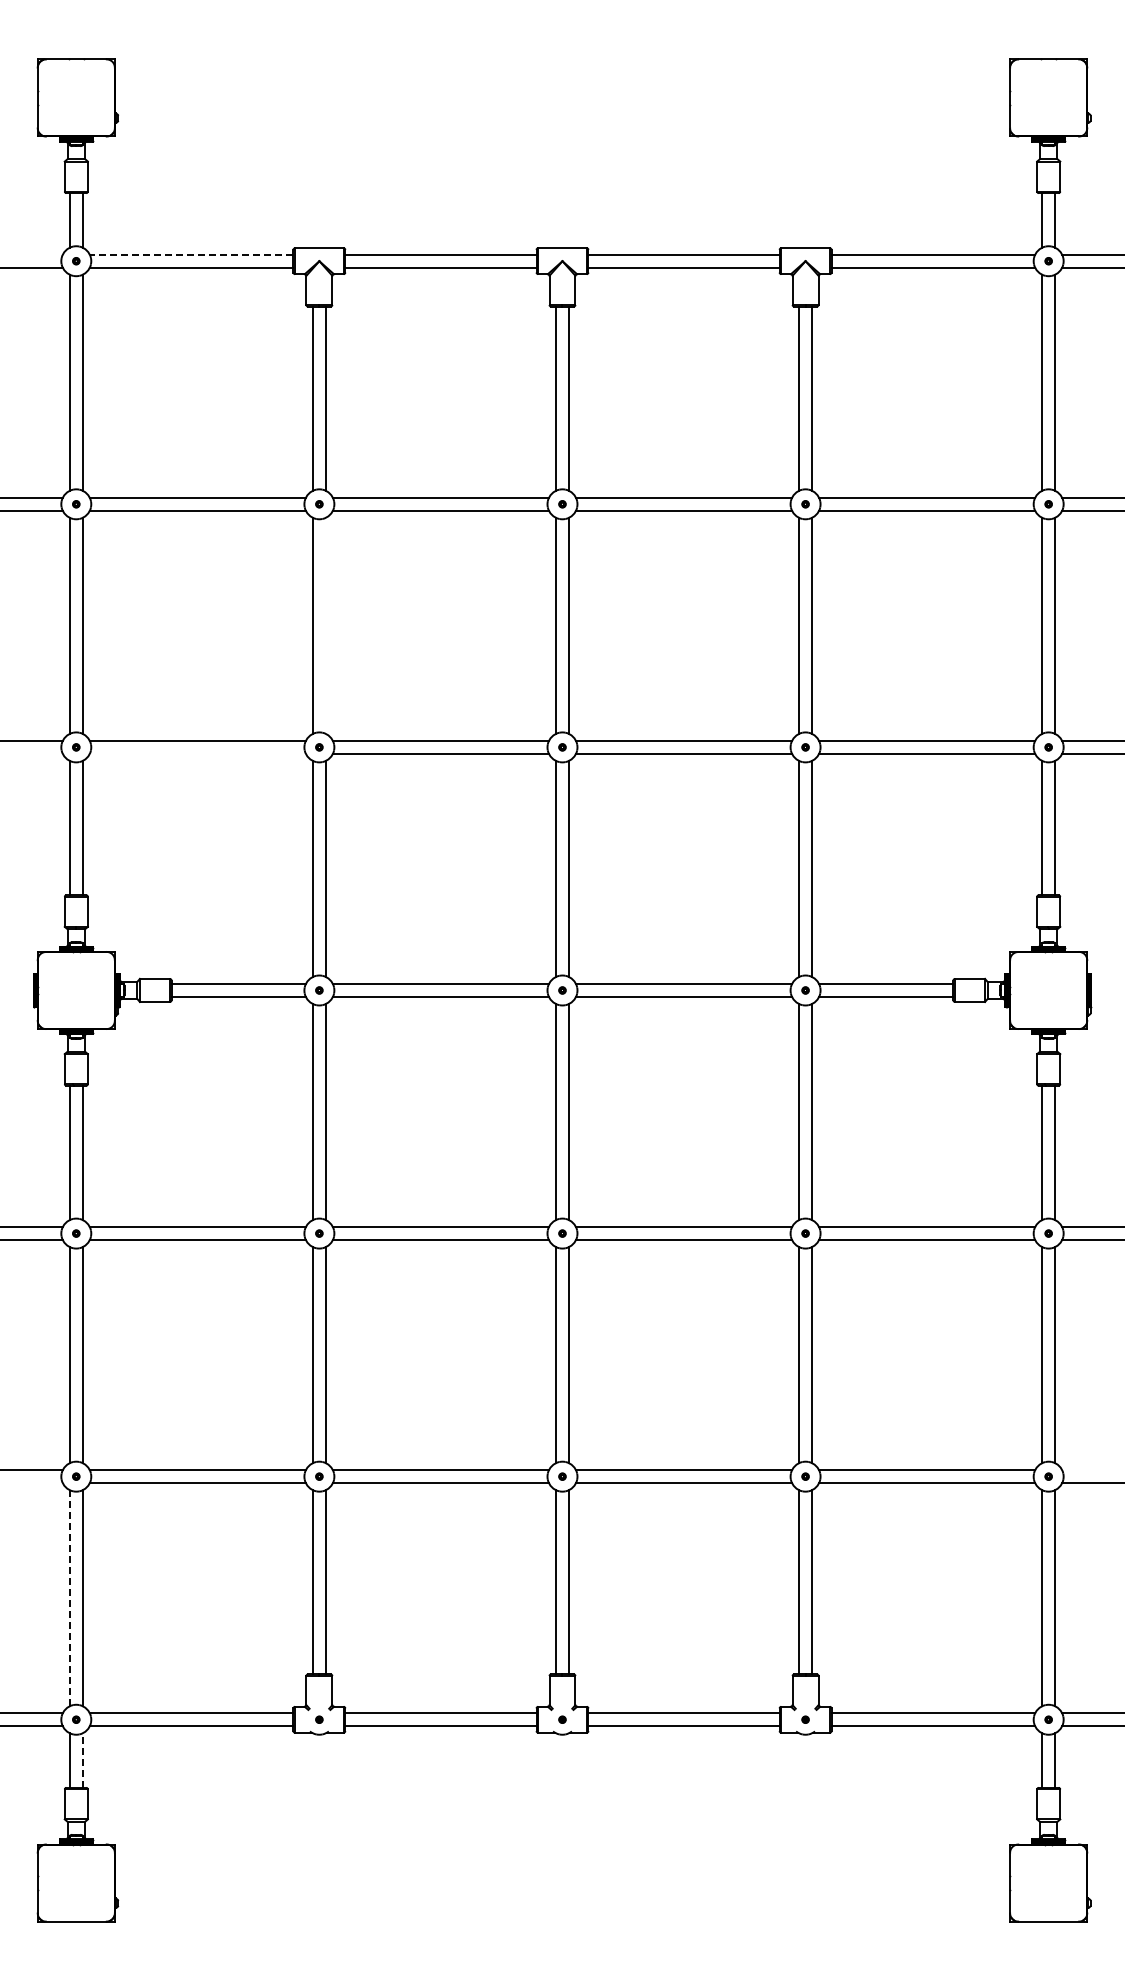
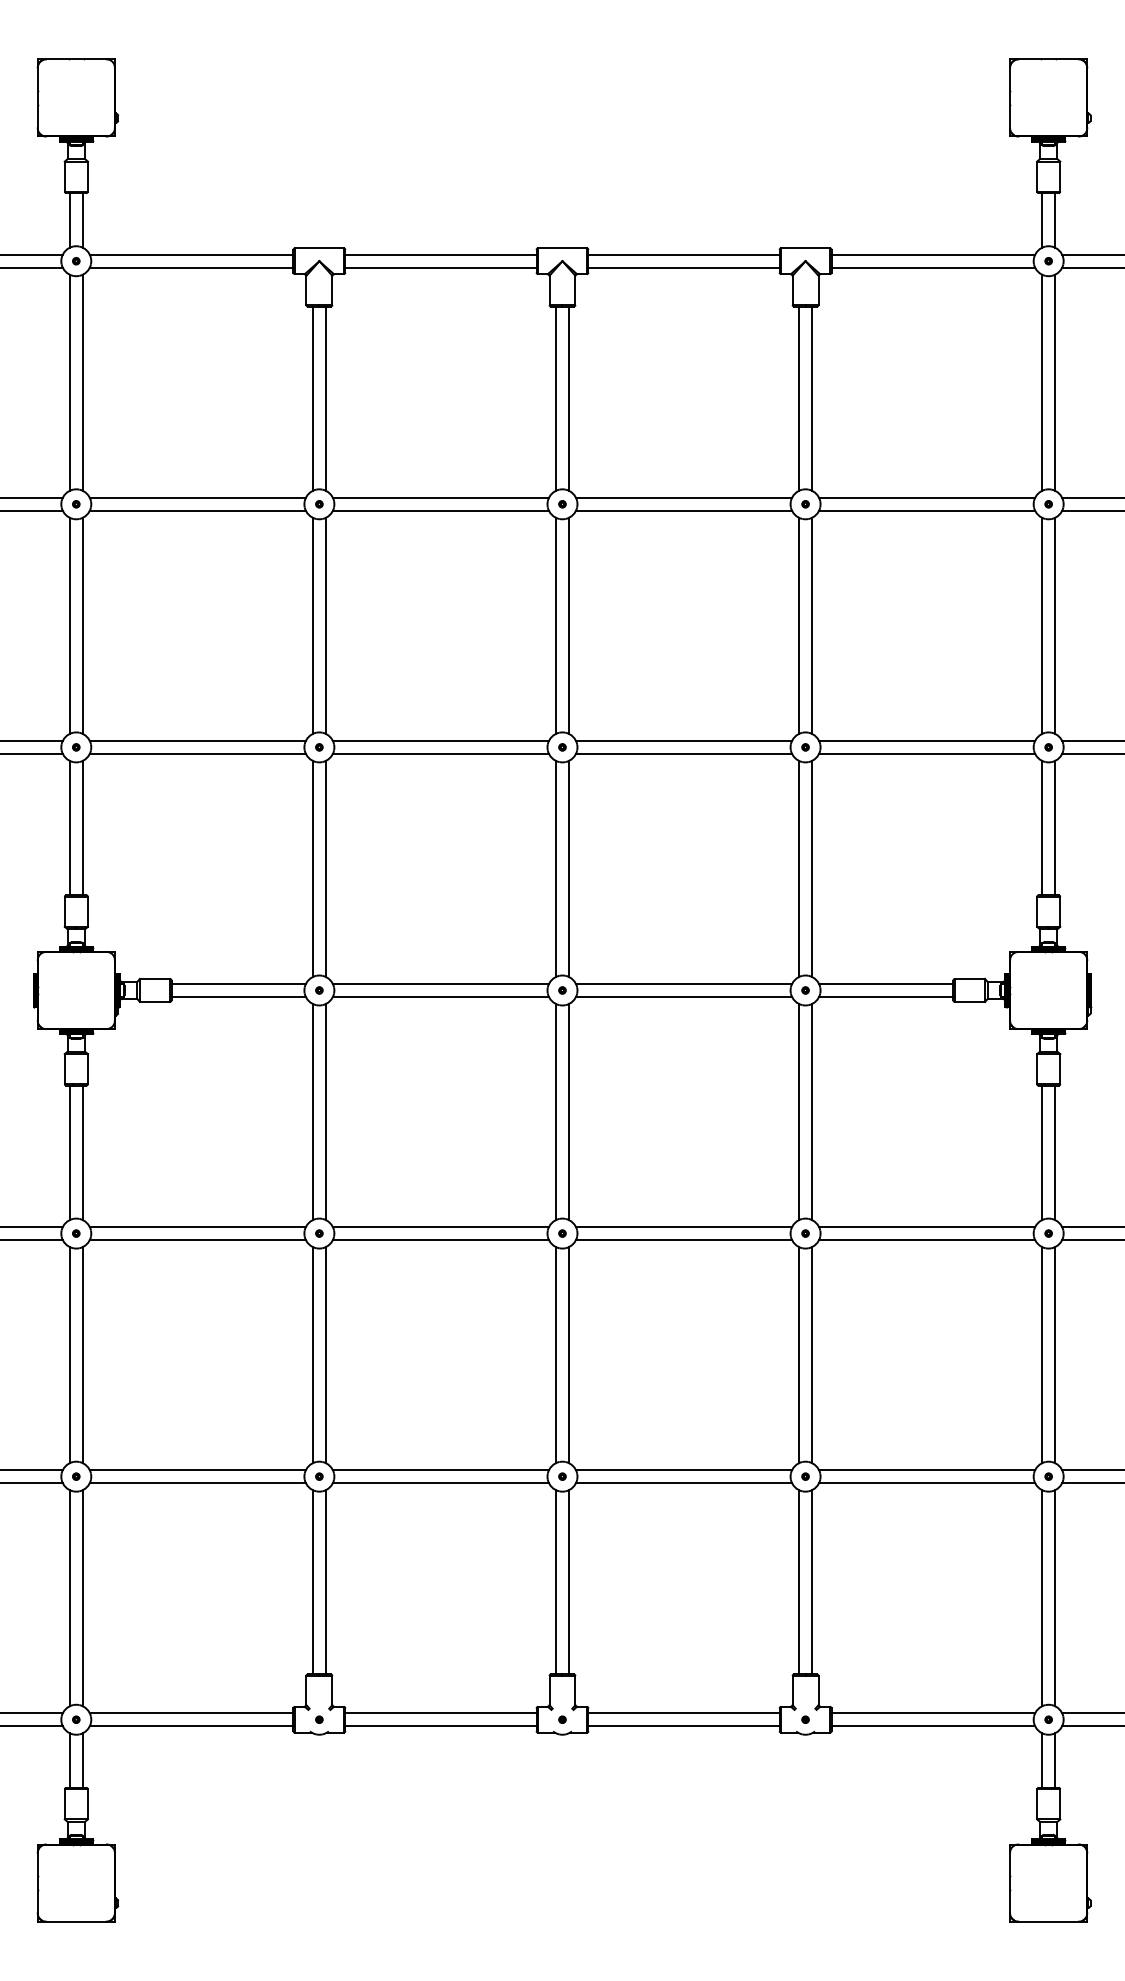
line at (32, 254): none -> present
line at (191, 254): dashed -> solid
line at (325, 625): none -> present
line at (32, 753): none -> present
line at (197, 753): none -> present
line at (1091, 1470): none -> present
line at (32, 1483): none -> present
line at (69, 1598): dashed -> solid
line at (82, 1760): dashed -> solid
